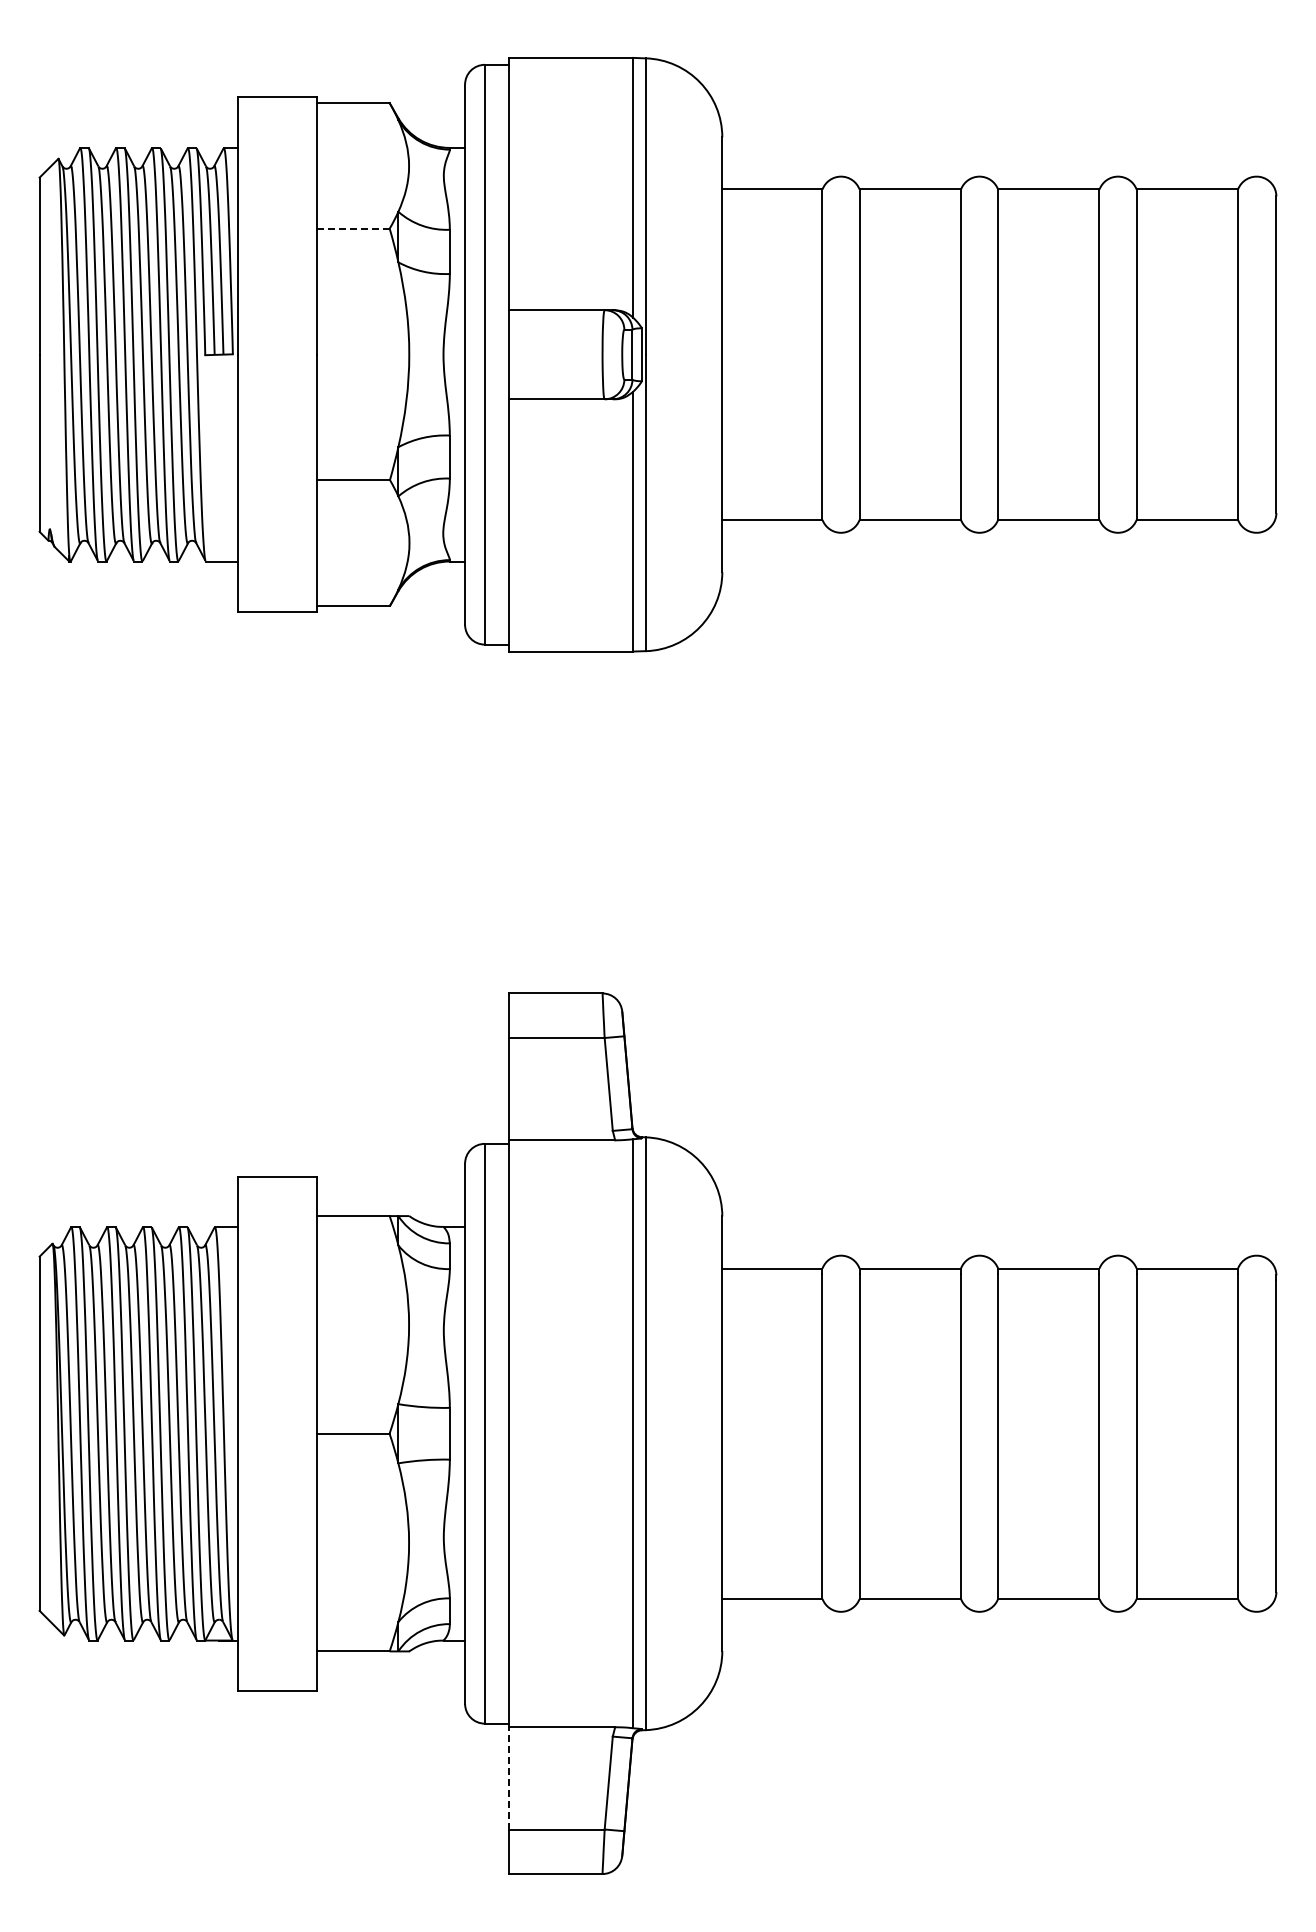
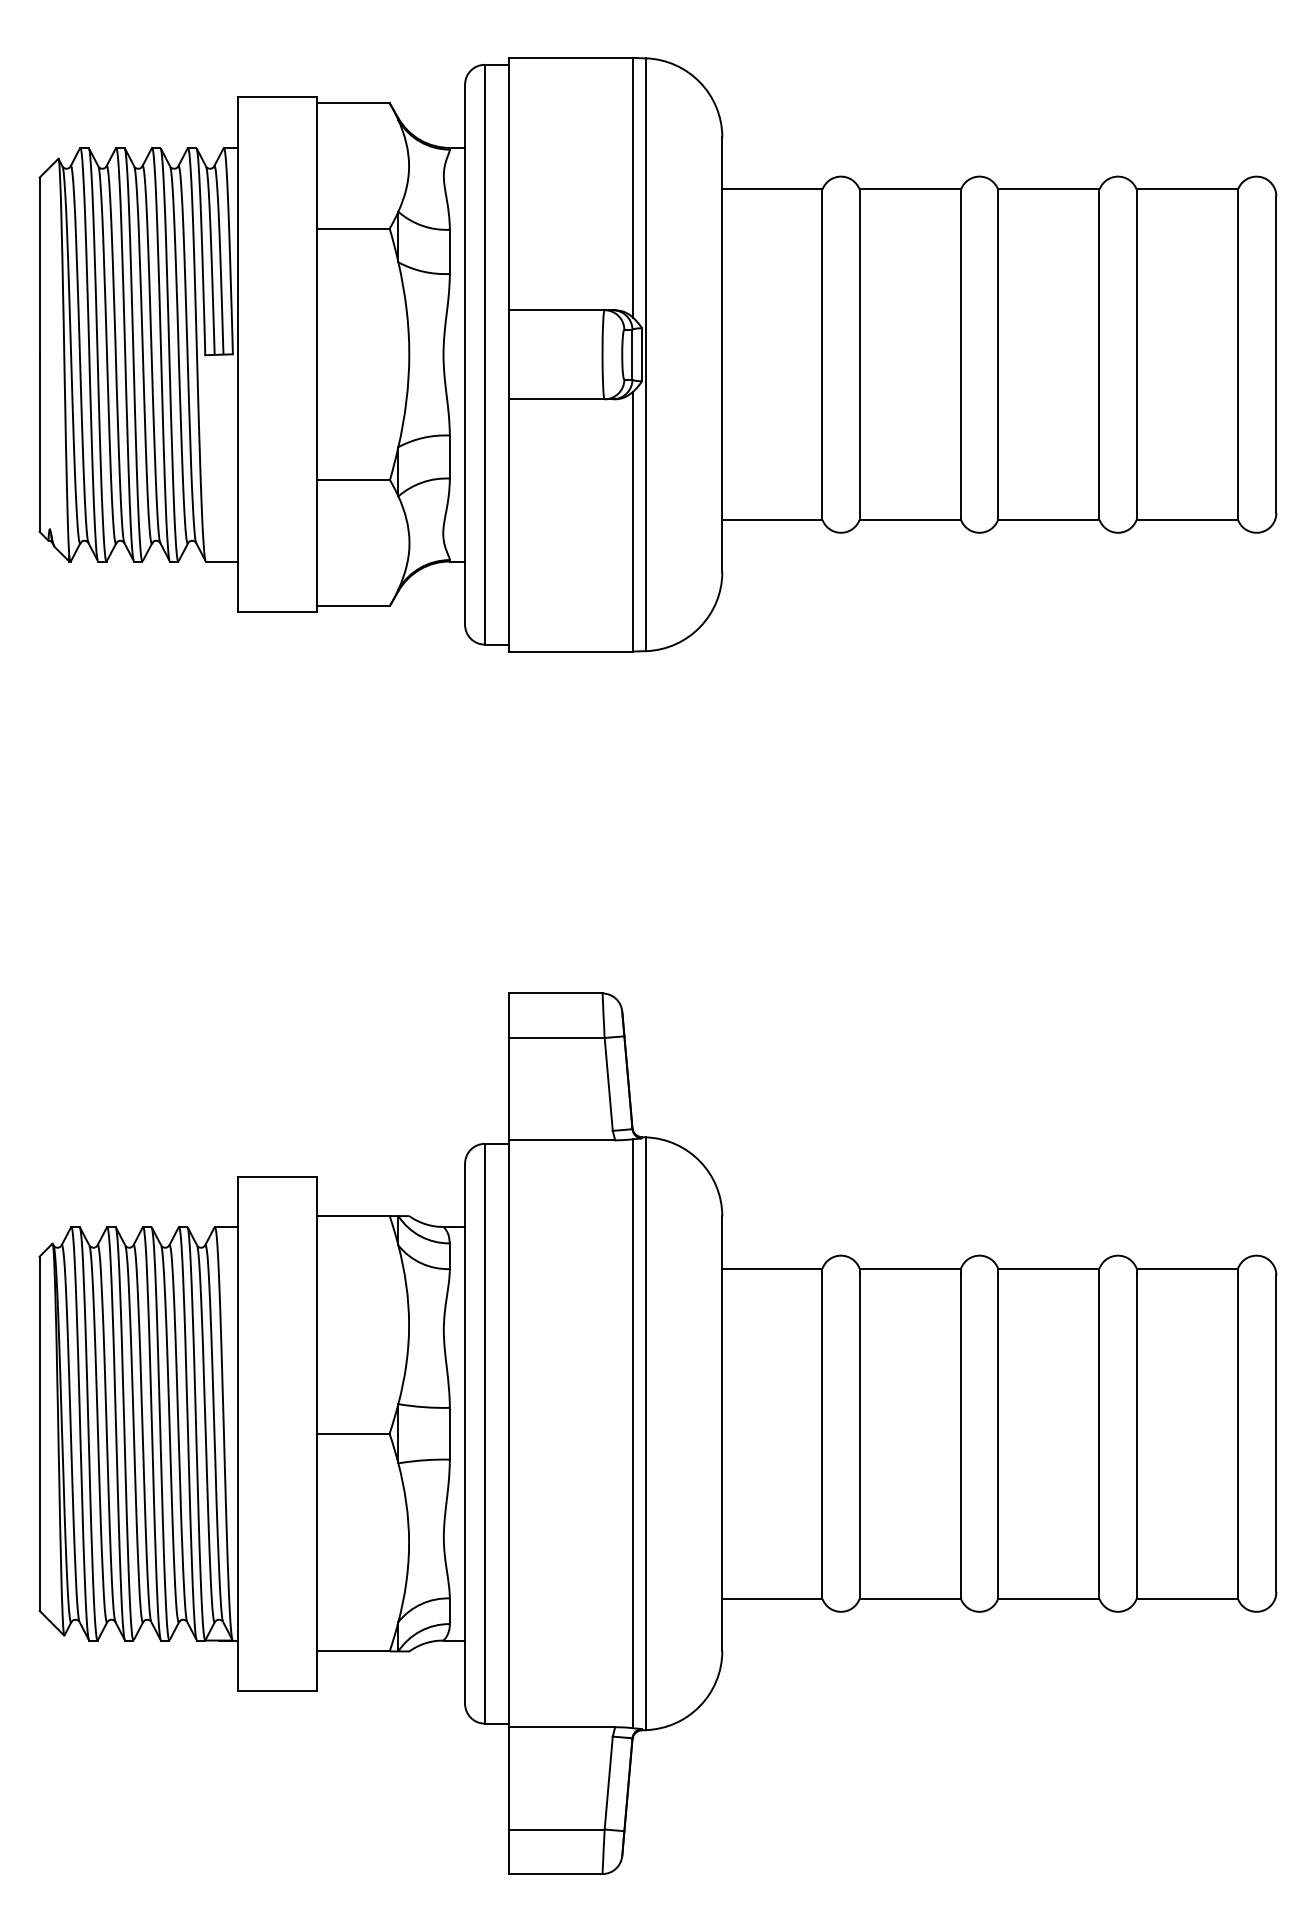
line at (353, 228): dashed -> solid
line at (508, 1777): dashed -> solid
